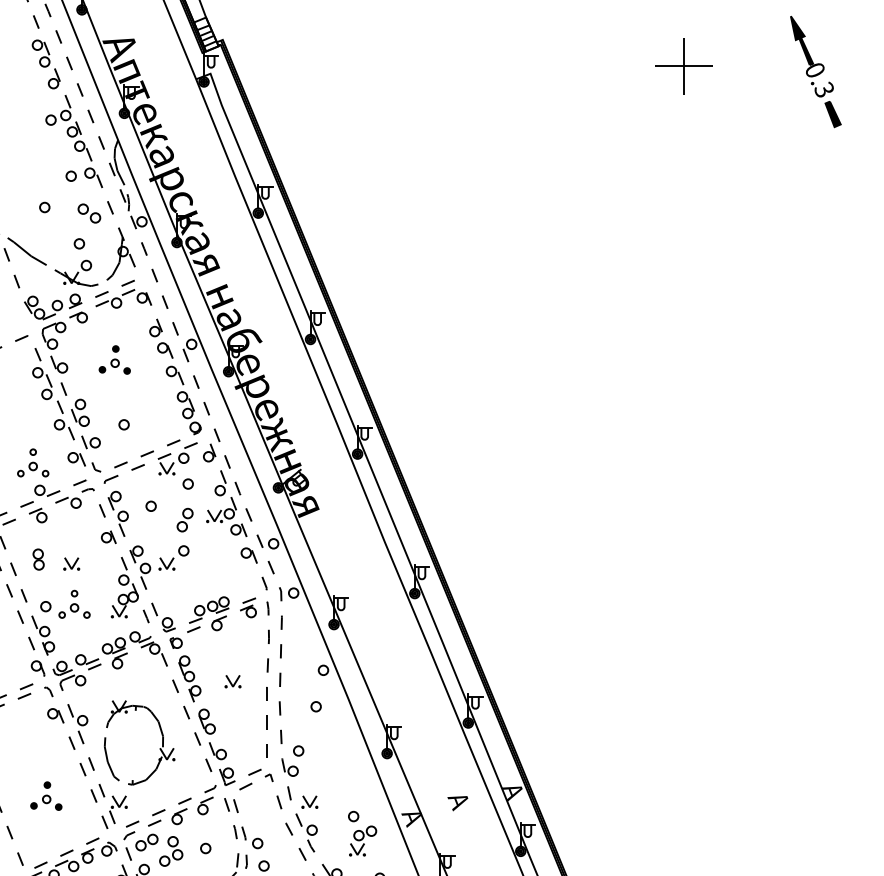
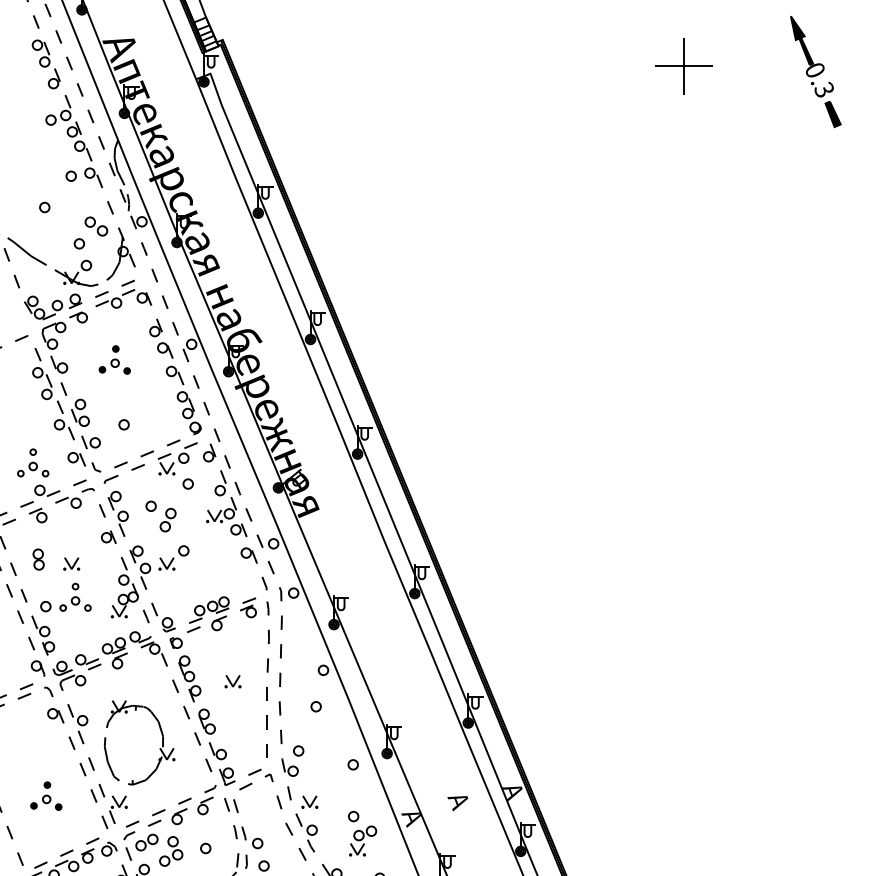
part at (89, 213) position: (89, 213) -> (96, 226)
part at (184, 519) position: (184, 519) -> (167, 519)
part at (74, 603) position: (74, 603) -> (75, 596)
part at (352, 764): none -> present
